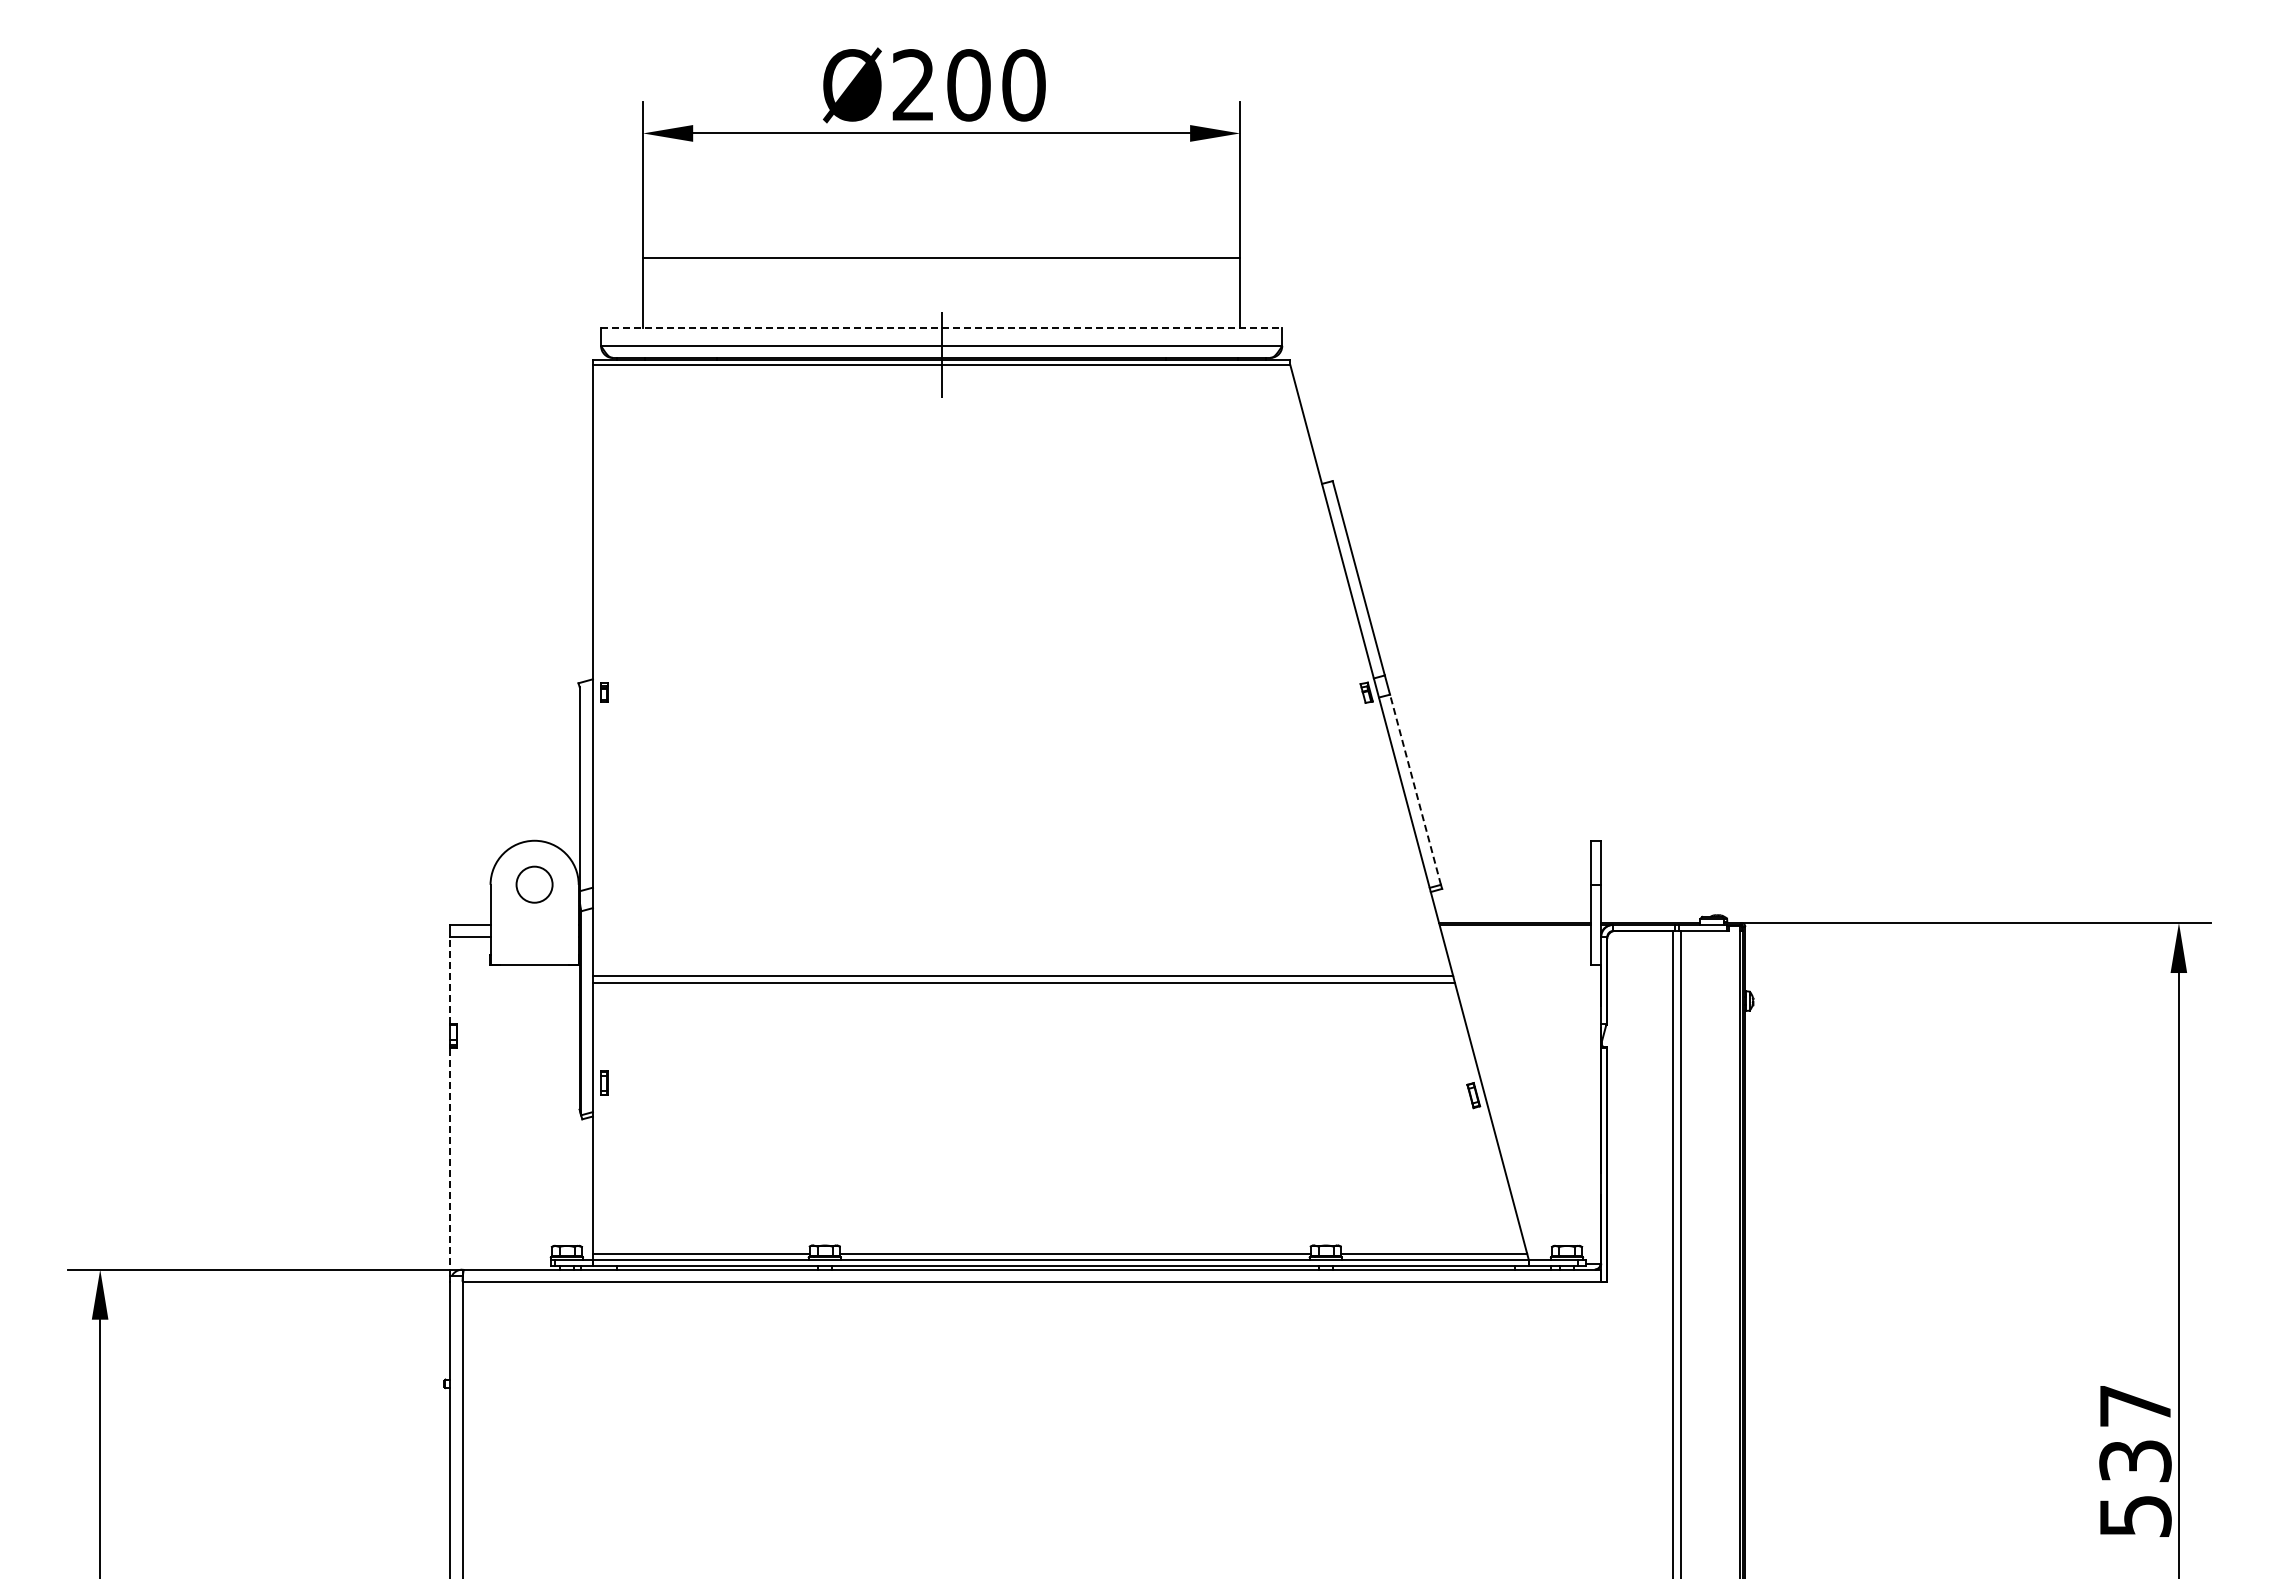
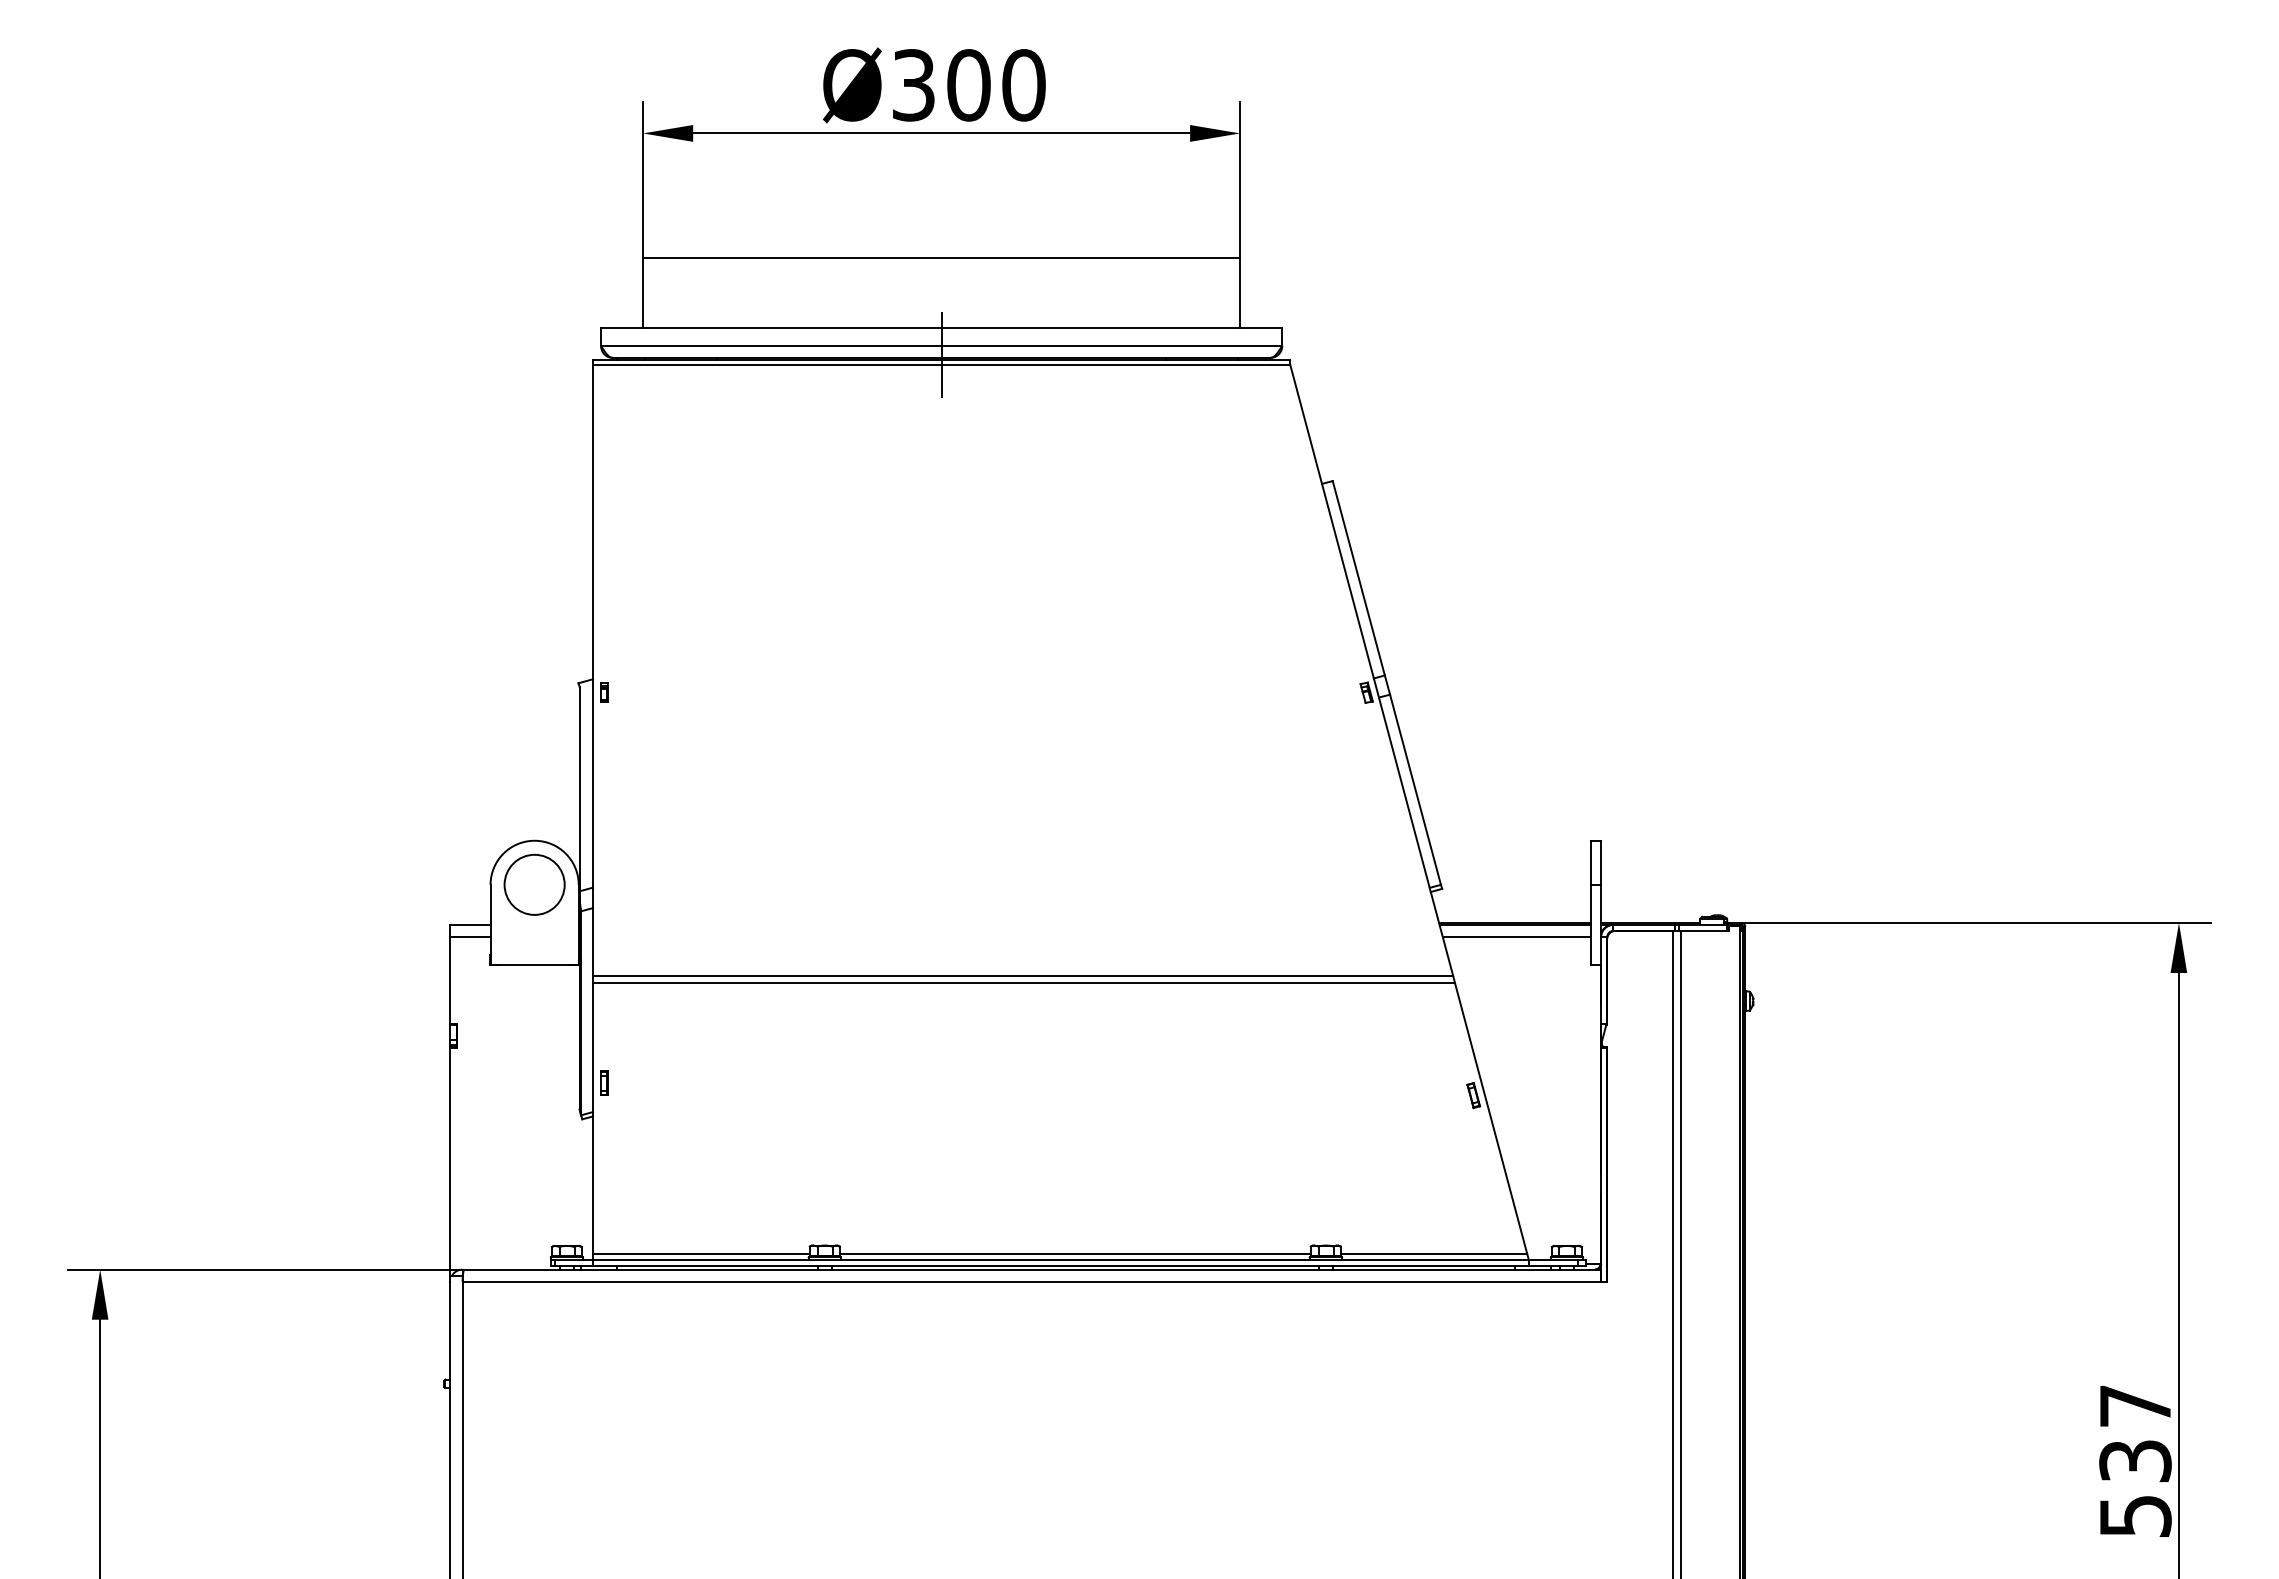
text at (913, 85): Ø200 -> Ø300
line at (941, 327): dashed -> solid
line at (1415, 789): dashed -> solid
circle at (534, 884) size: 39x39 px -> 63x63 px
line at (1516, 936): none -> present
line at (450, 980): dashed -> solid
line at (450, 1161): dashed -> solid
